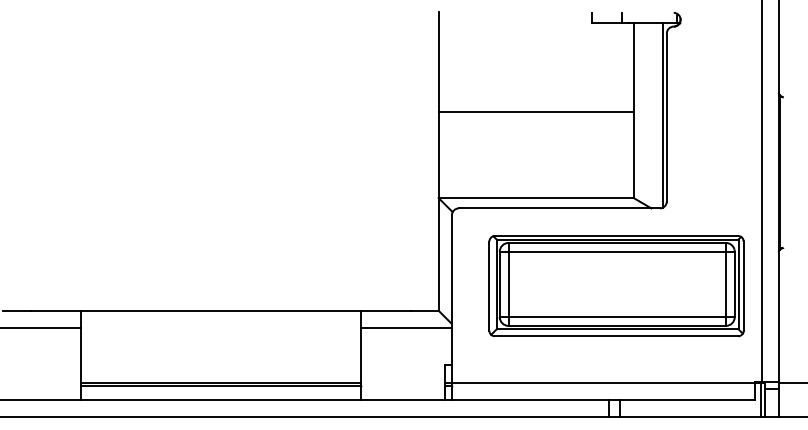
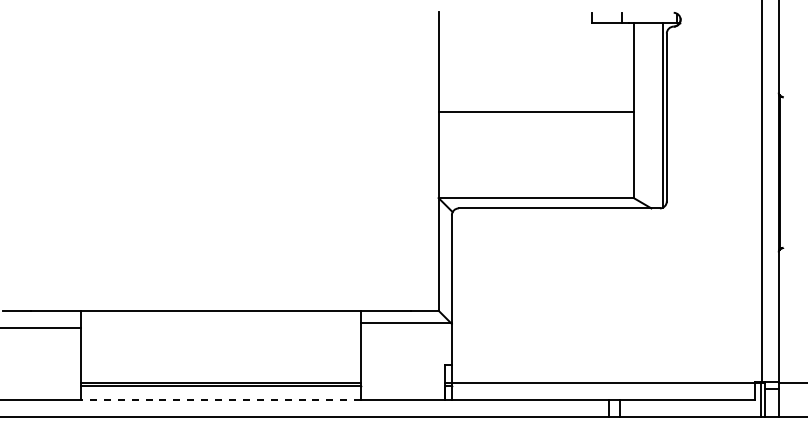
part at (616, 286): present -> none
line at (406, 327) position: (406, 327) -> (406, 322)
line at (220, 399): solid -> dashed
